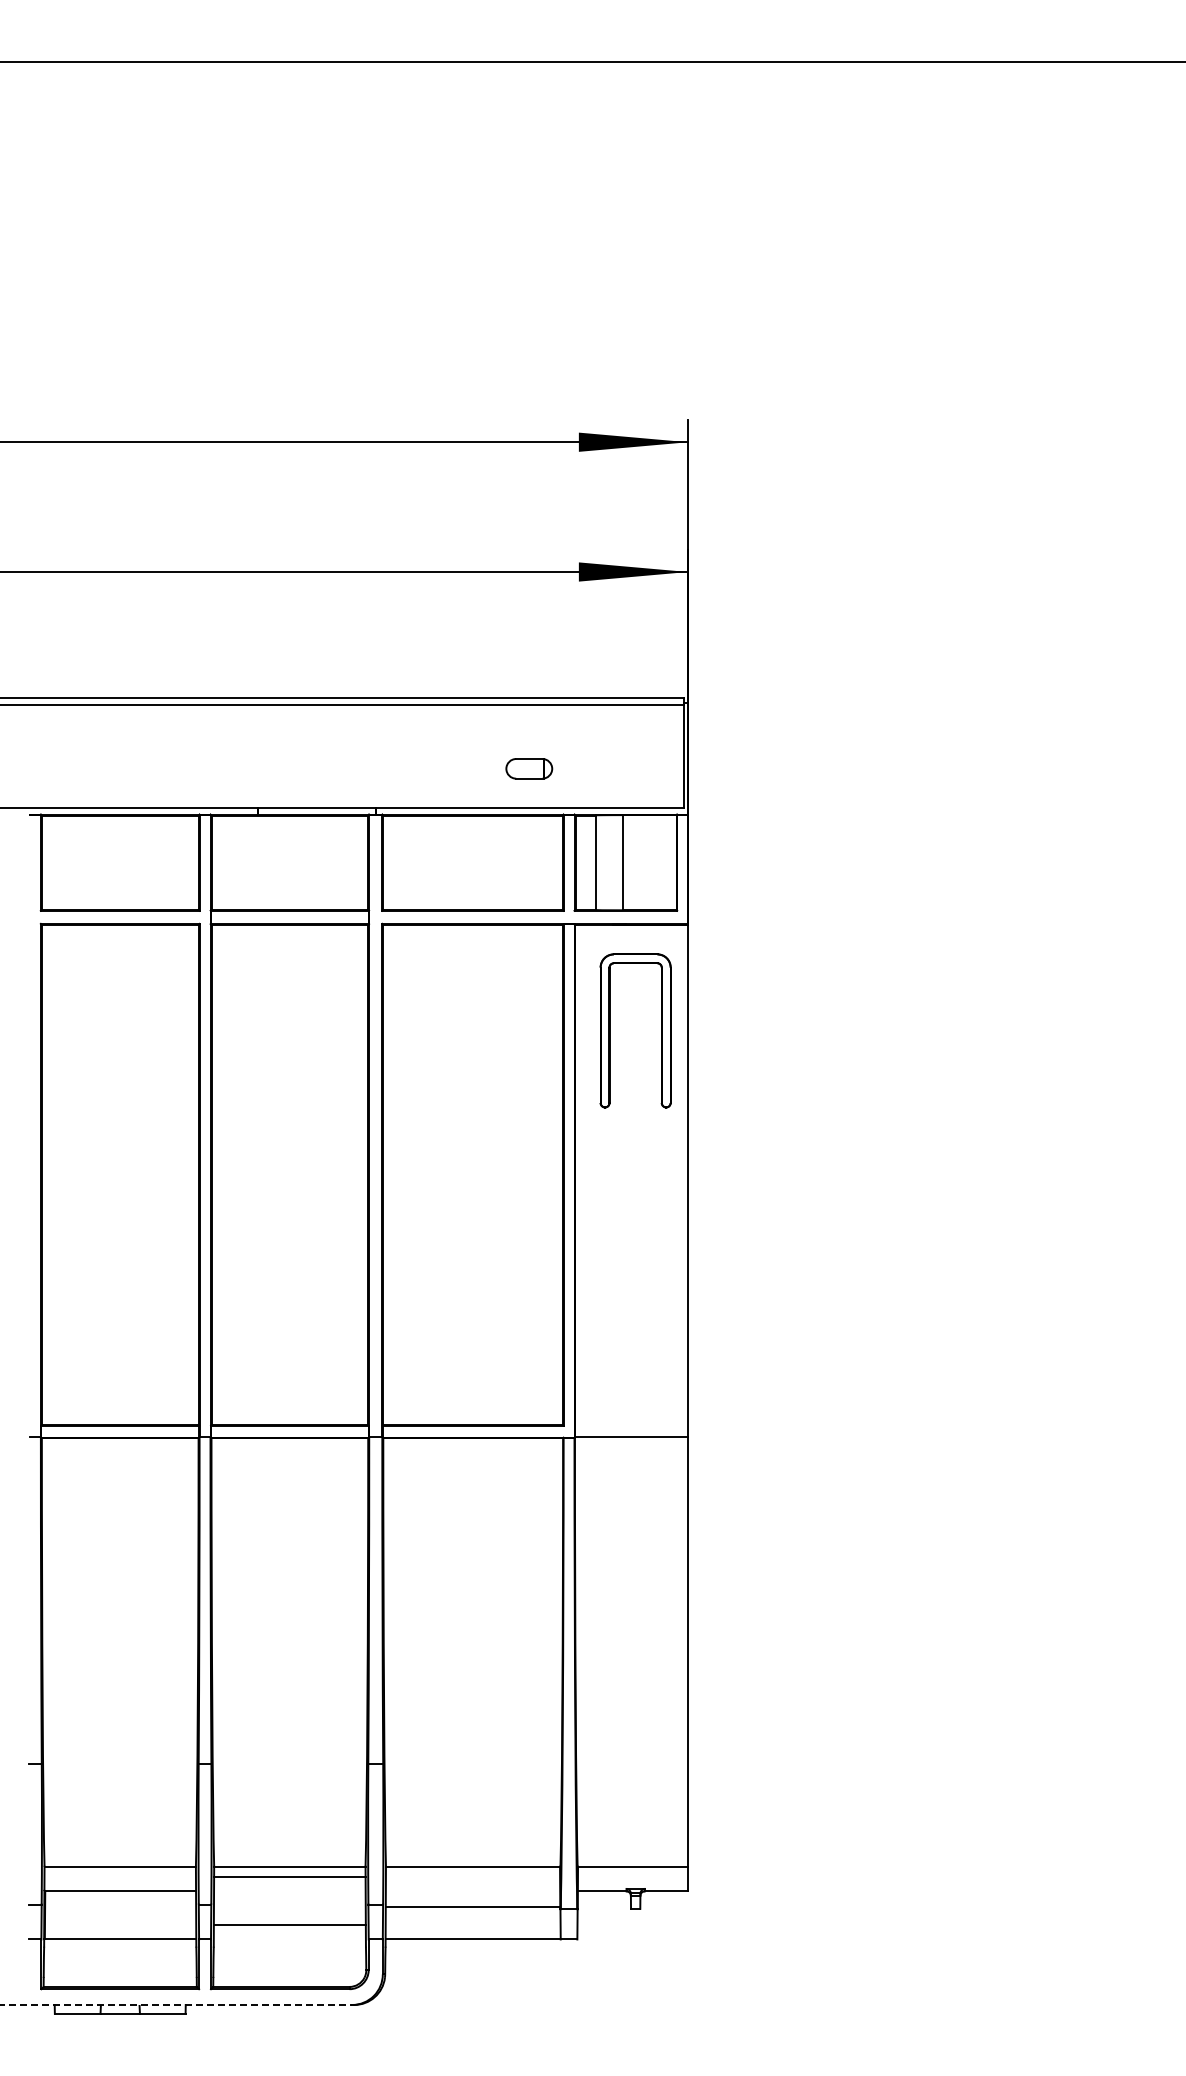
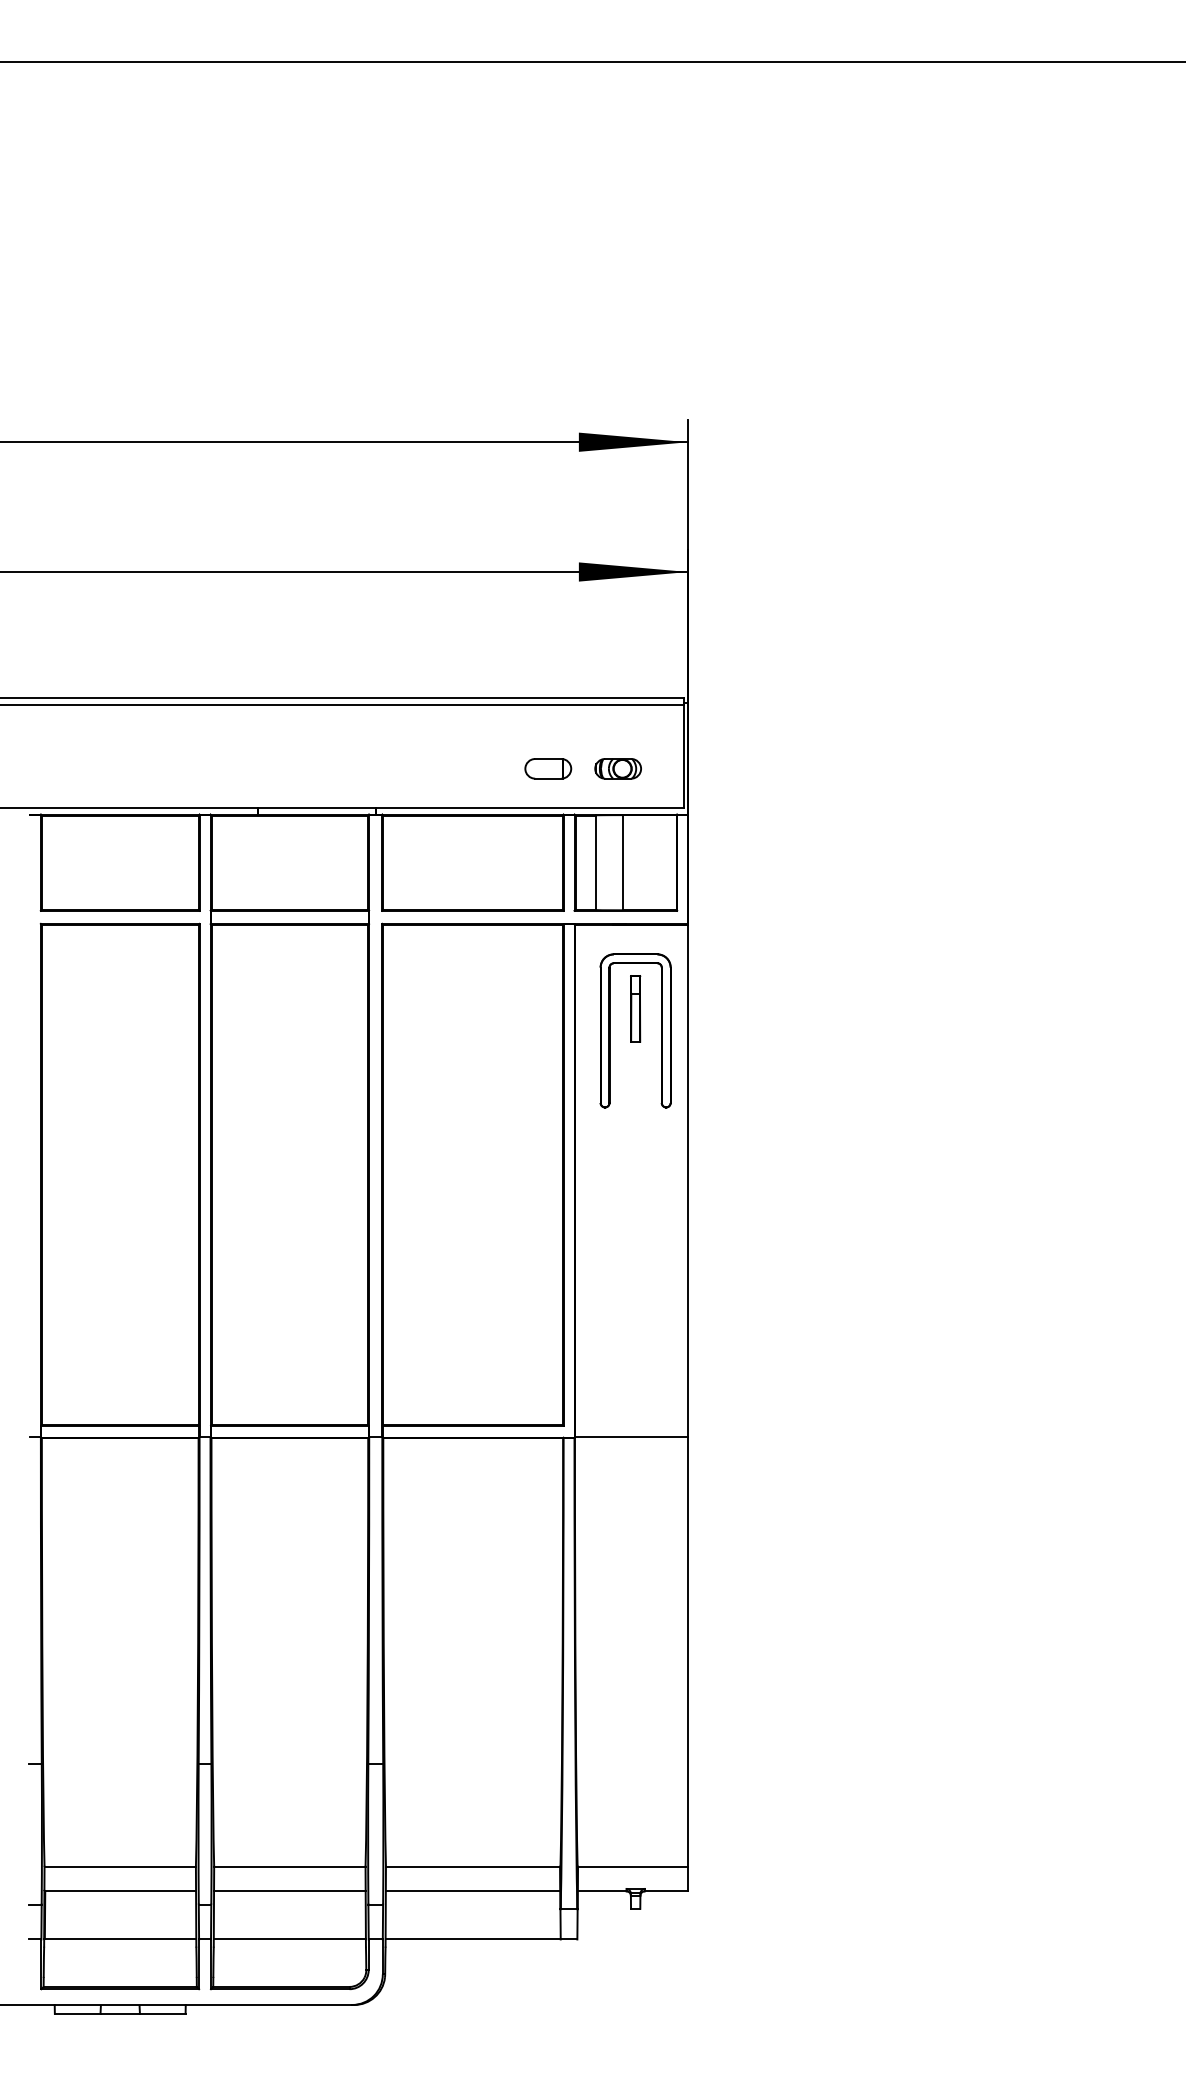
part at (529, 768) position: (529, 768) -> (548, 768)
part at (617, 768): none -> present
part at (635, 1008): none -> present
line at (289, 1877) position: (289, 1877) -> (289, 1891)
line at (472, 1907) position: (472, 1907) -> (472, 1891)
line at (289, 1925) position: (289, 1925) -> (289, 1939)
line at (176, 2004): dashed -> solid
